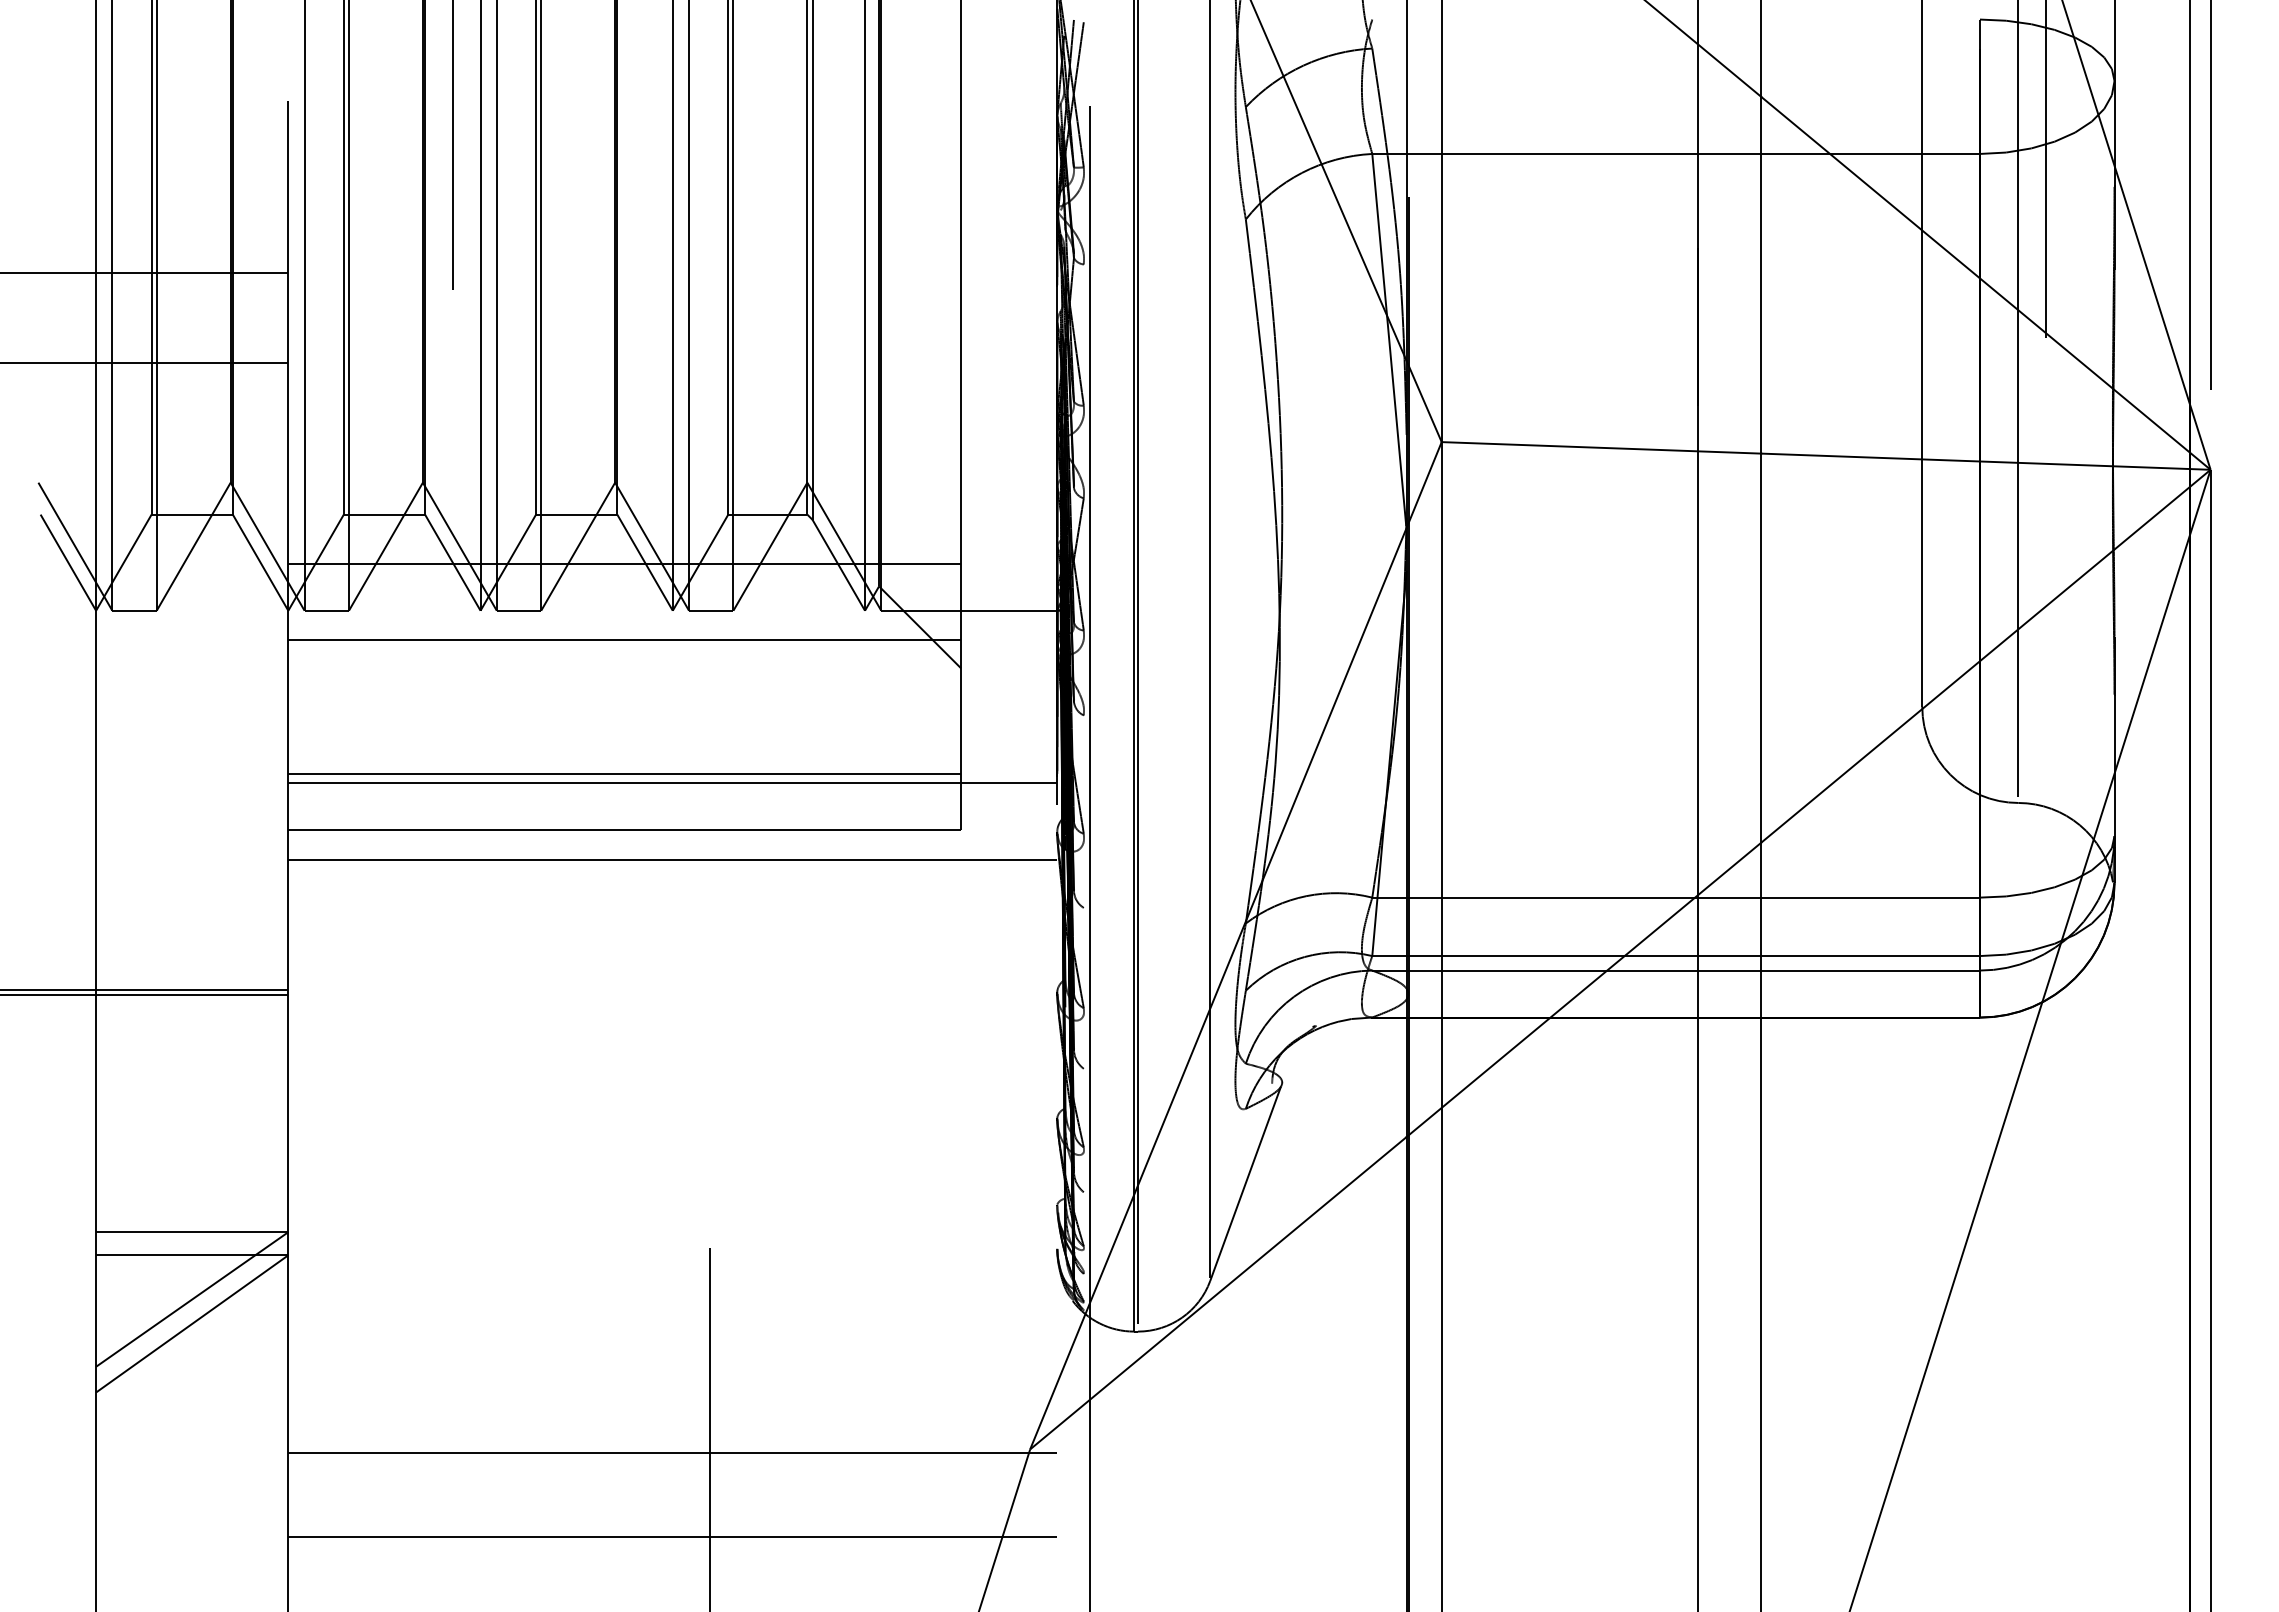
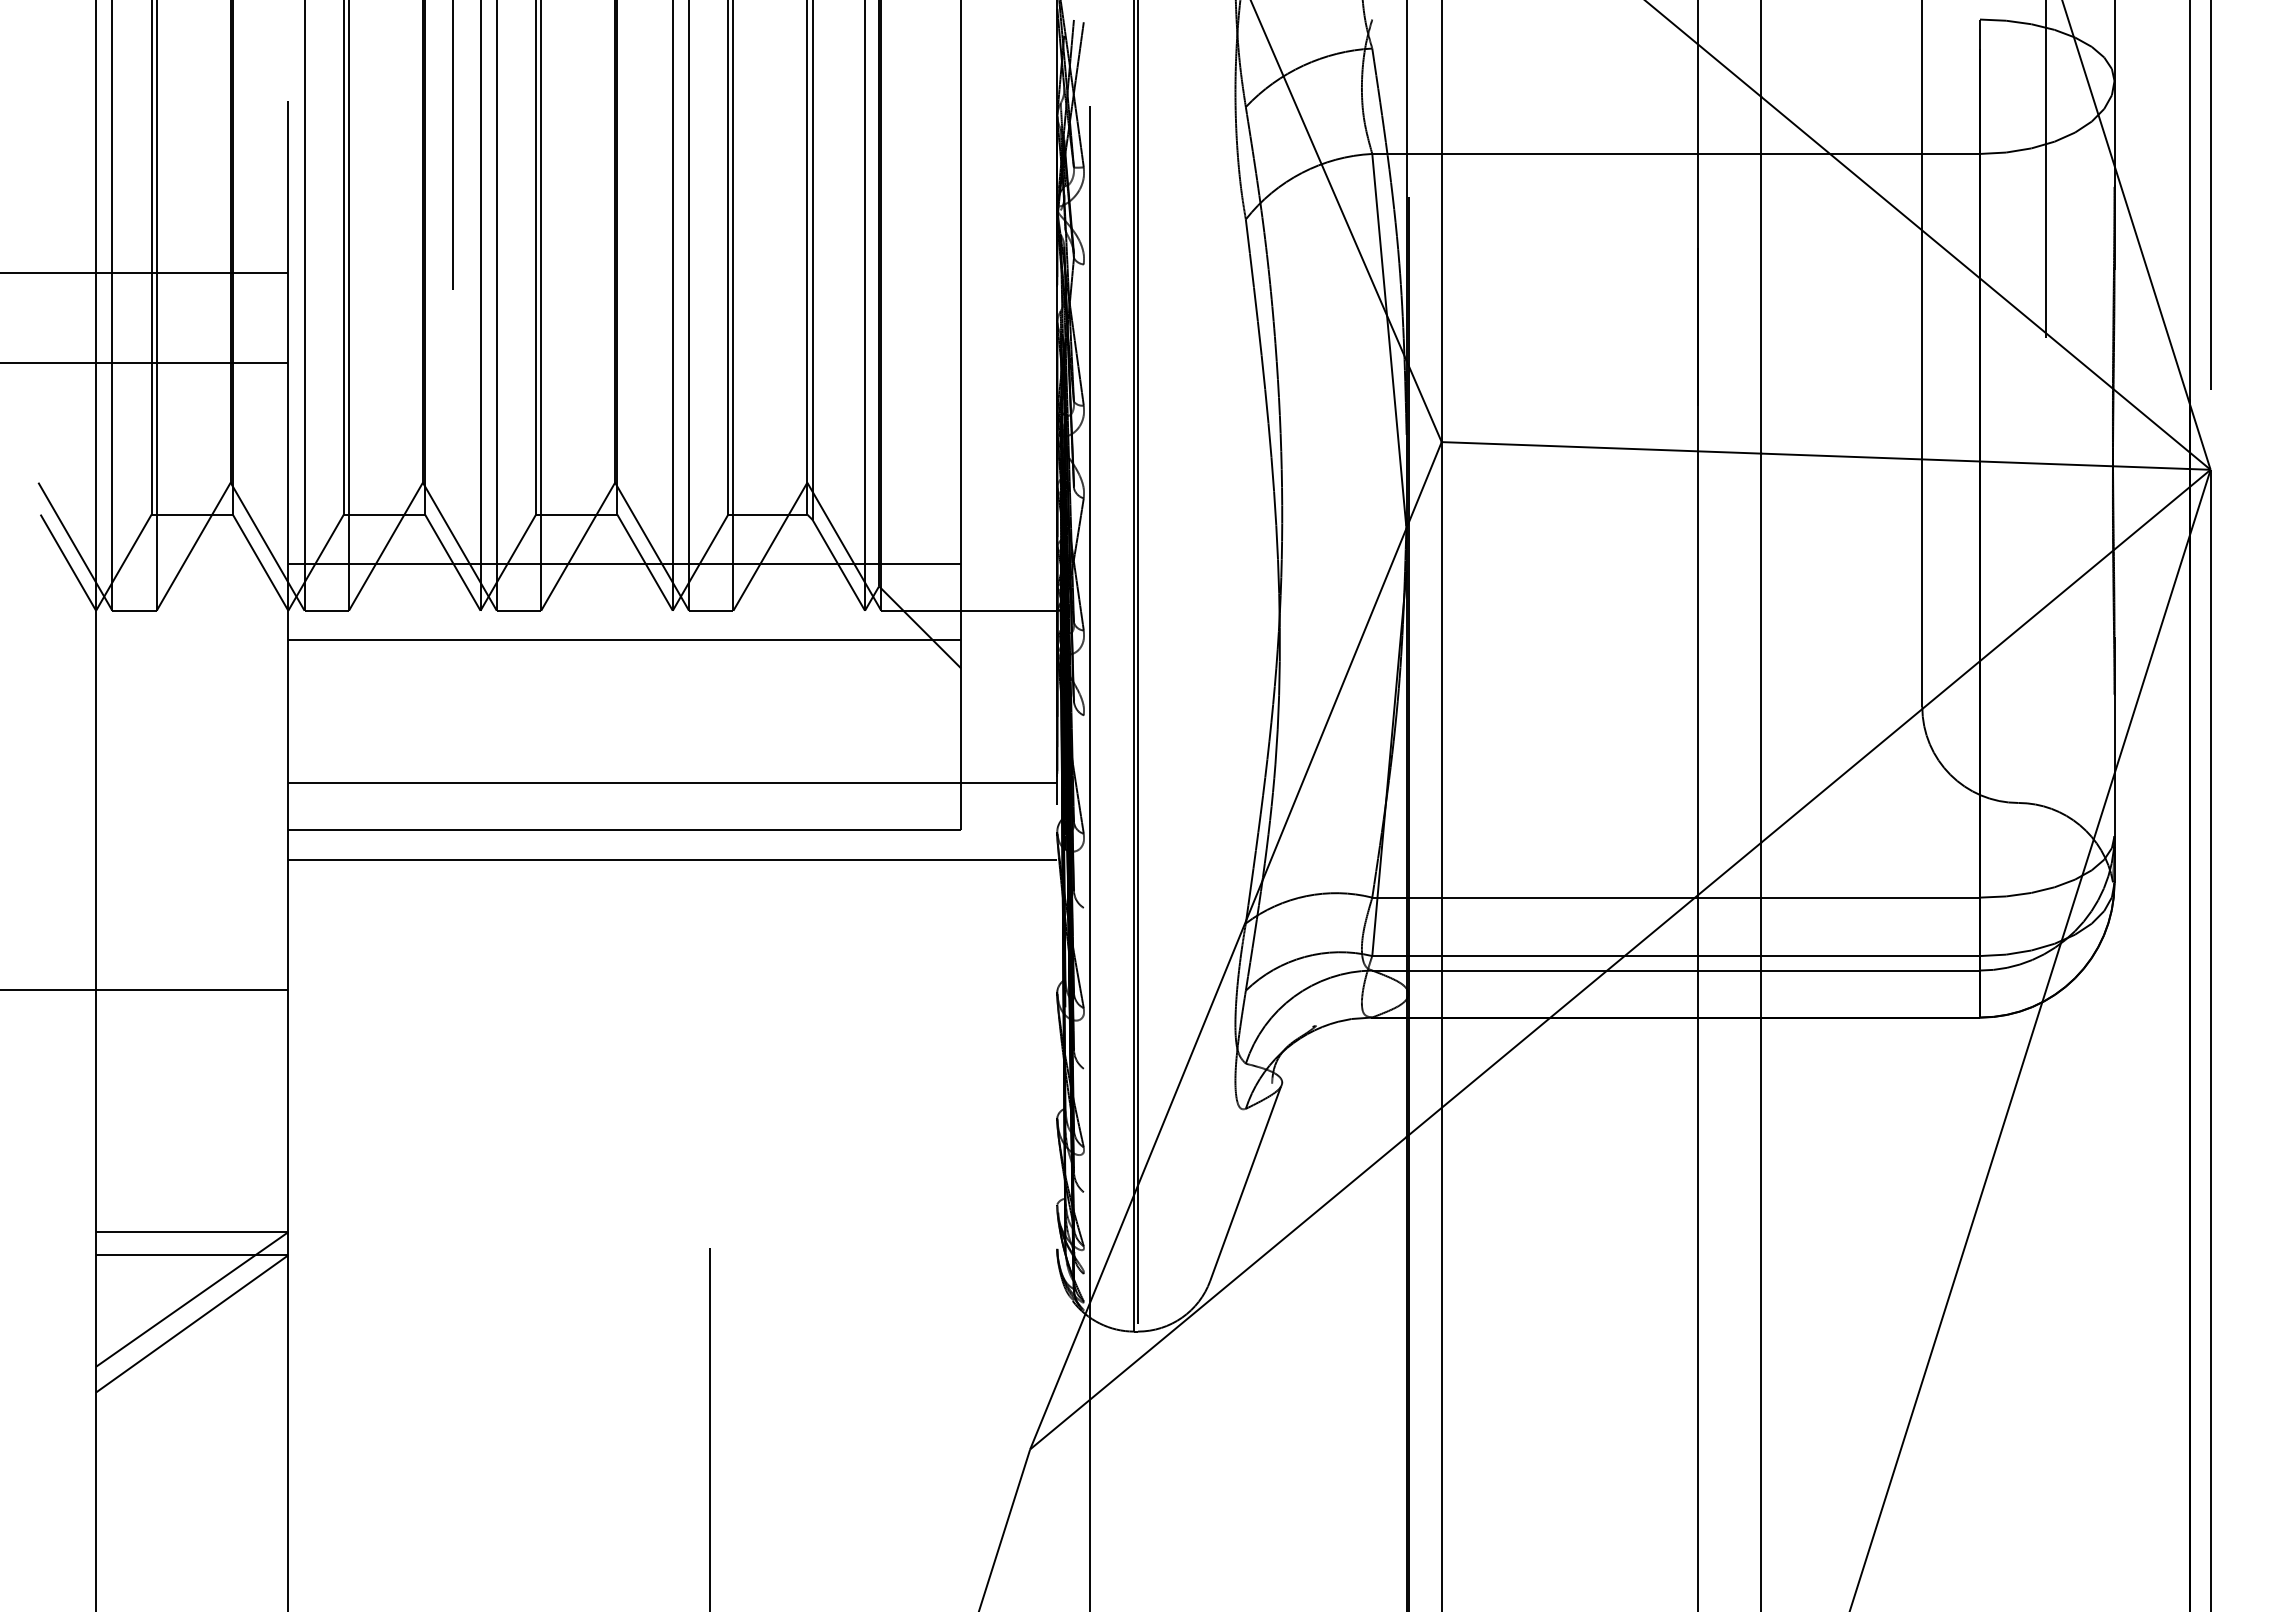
line at (2018, 399): present -> none
line at (1210, 639): present -> none
line at (624, 774): present -> none
line at (145, 995): present -> none
line at (672, 1453): present -> none
line at (672, 1536): present -> none
